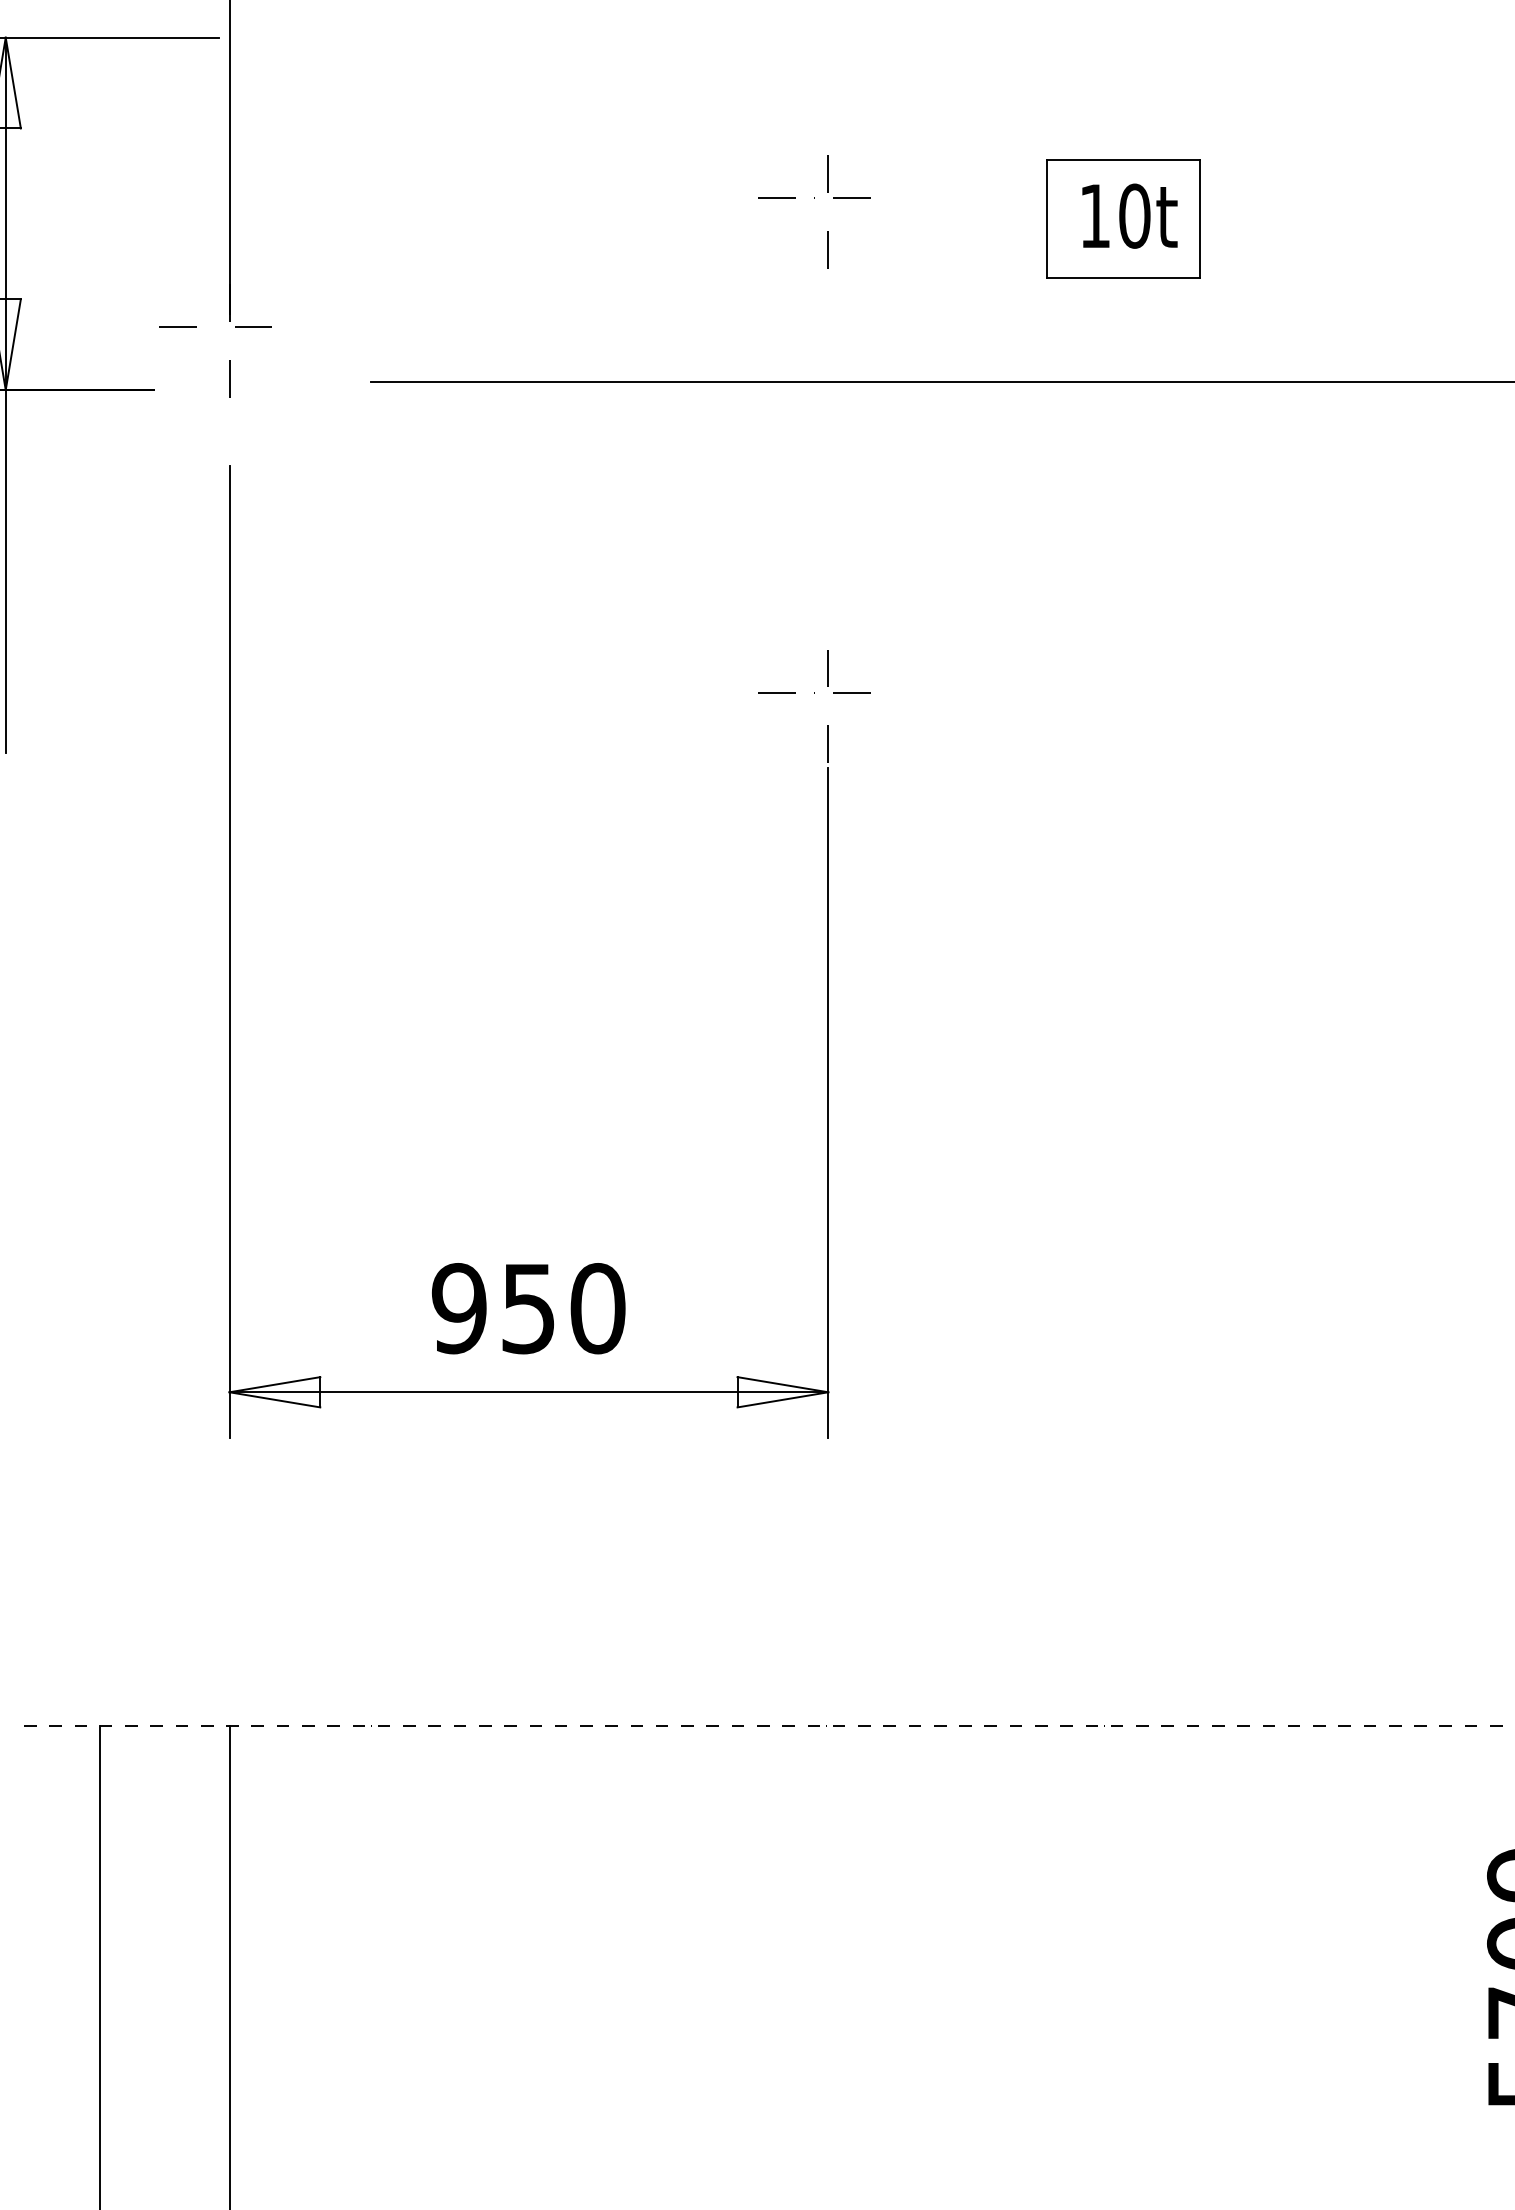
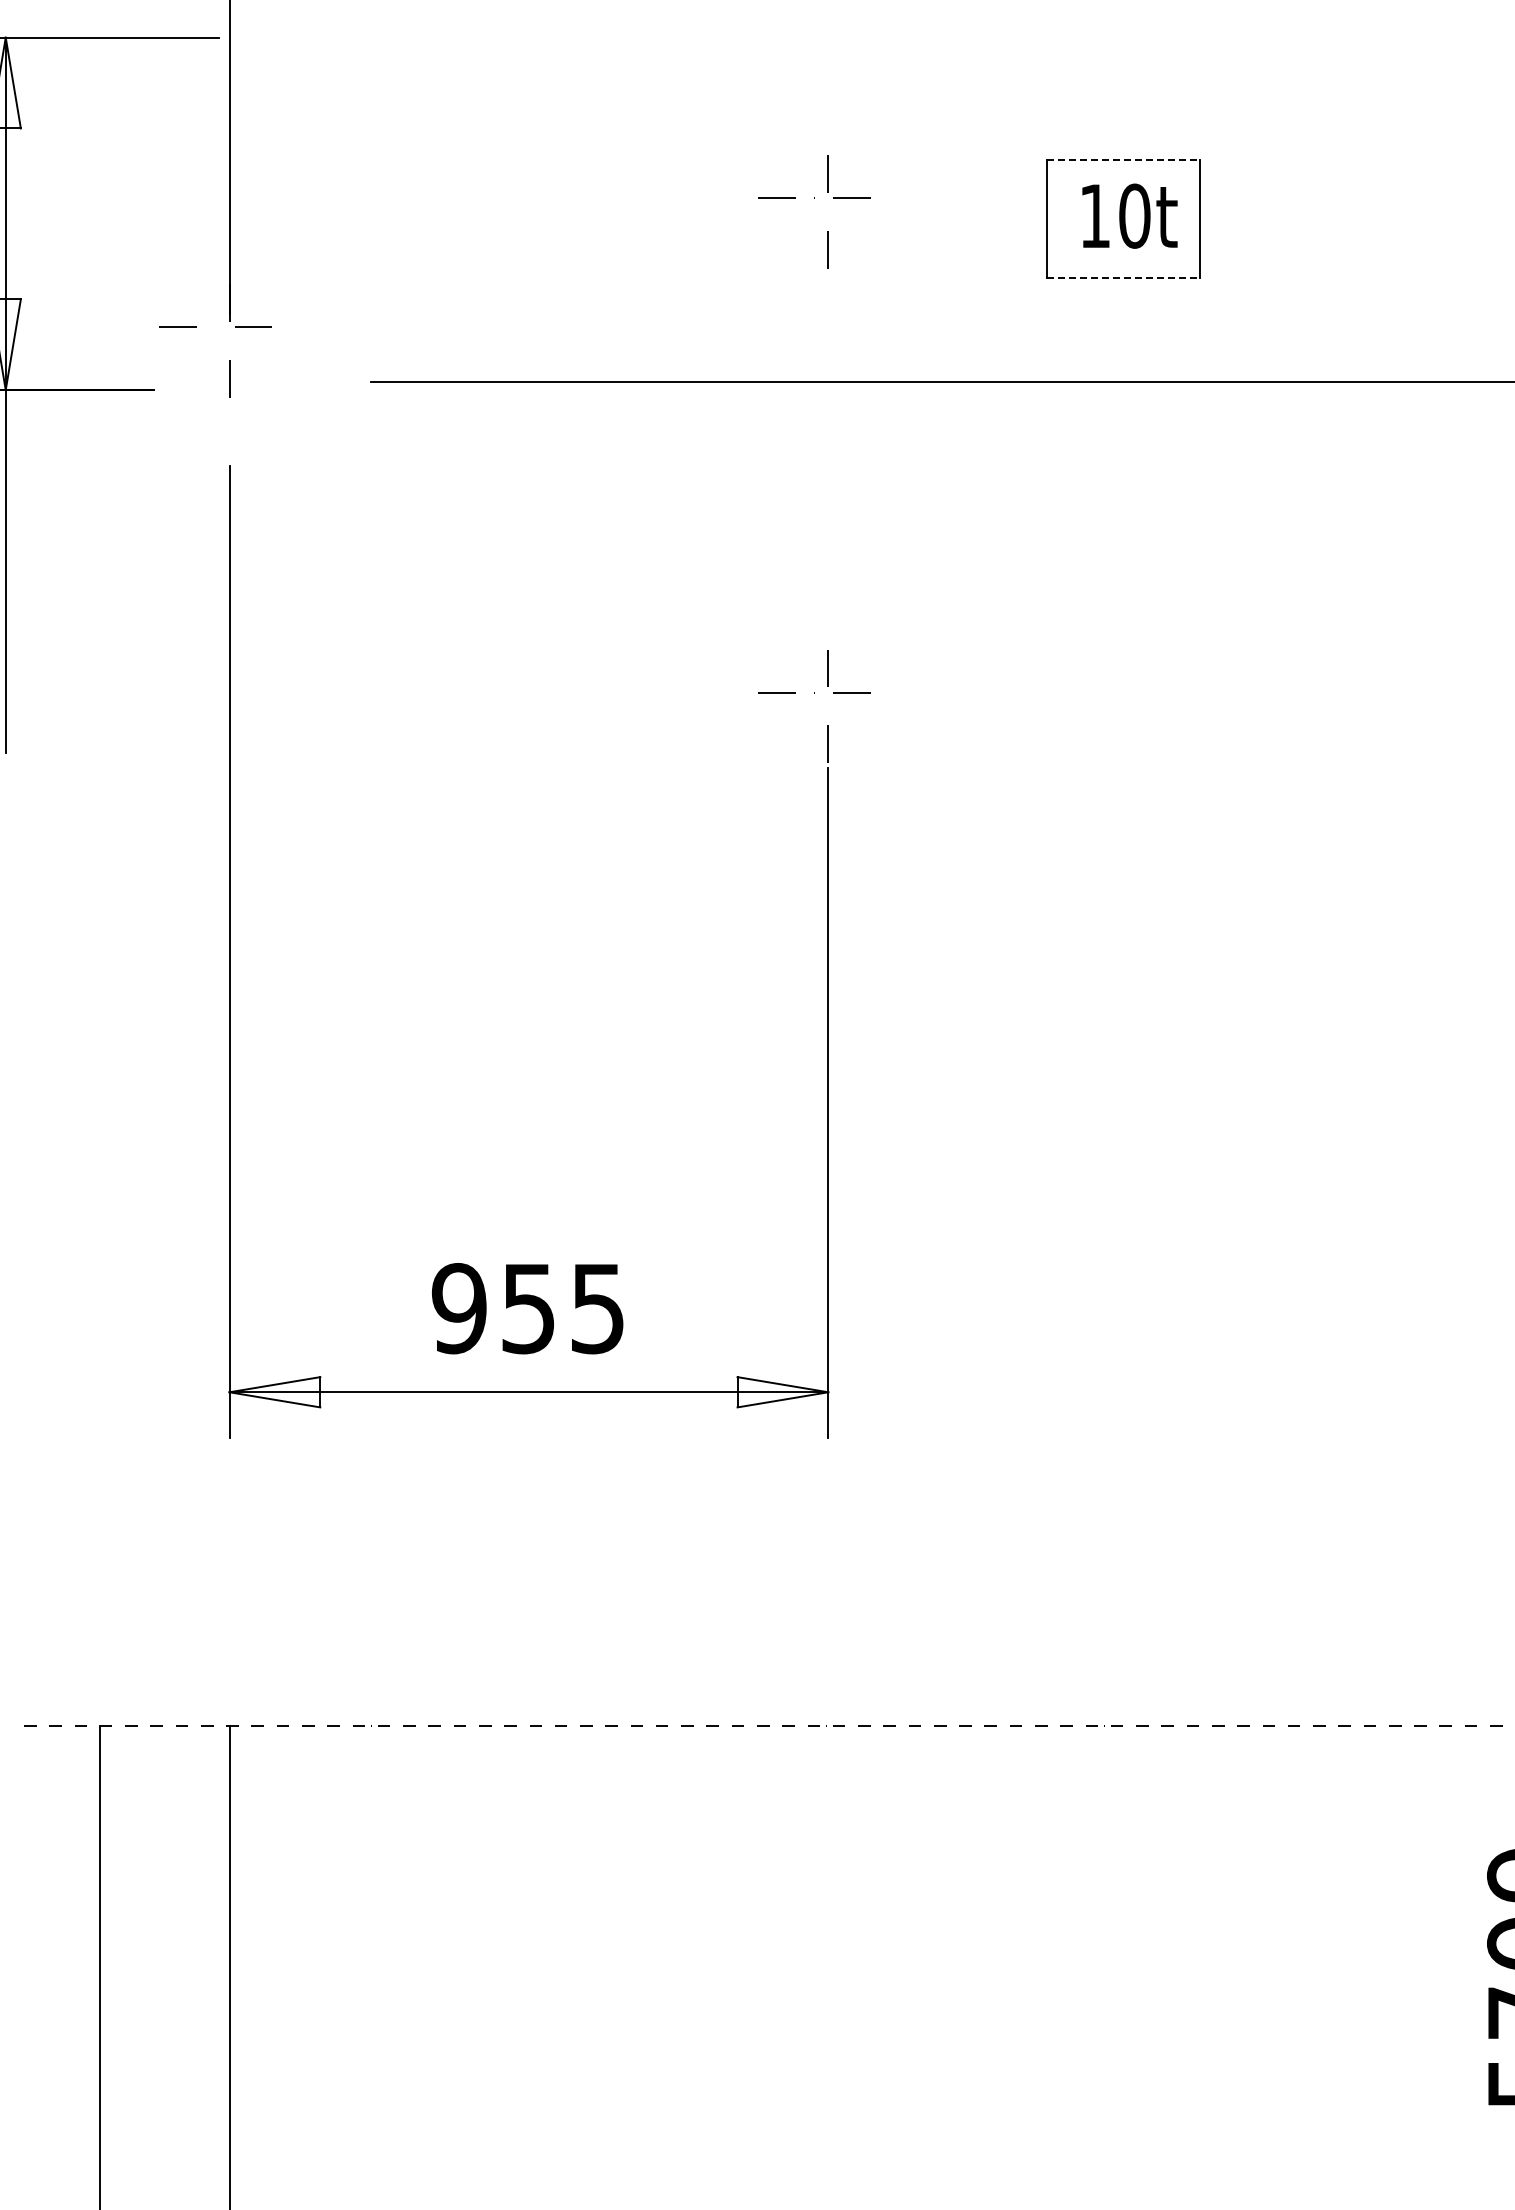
line at (1124, 160): solid -> dashed
line at (1124, 278): solid -> dashed
text at (597, 1308): 950 -> 955
